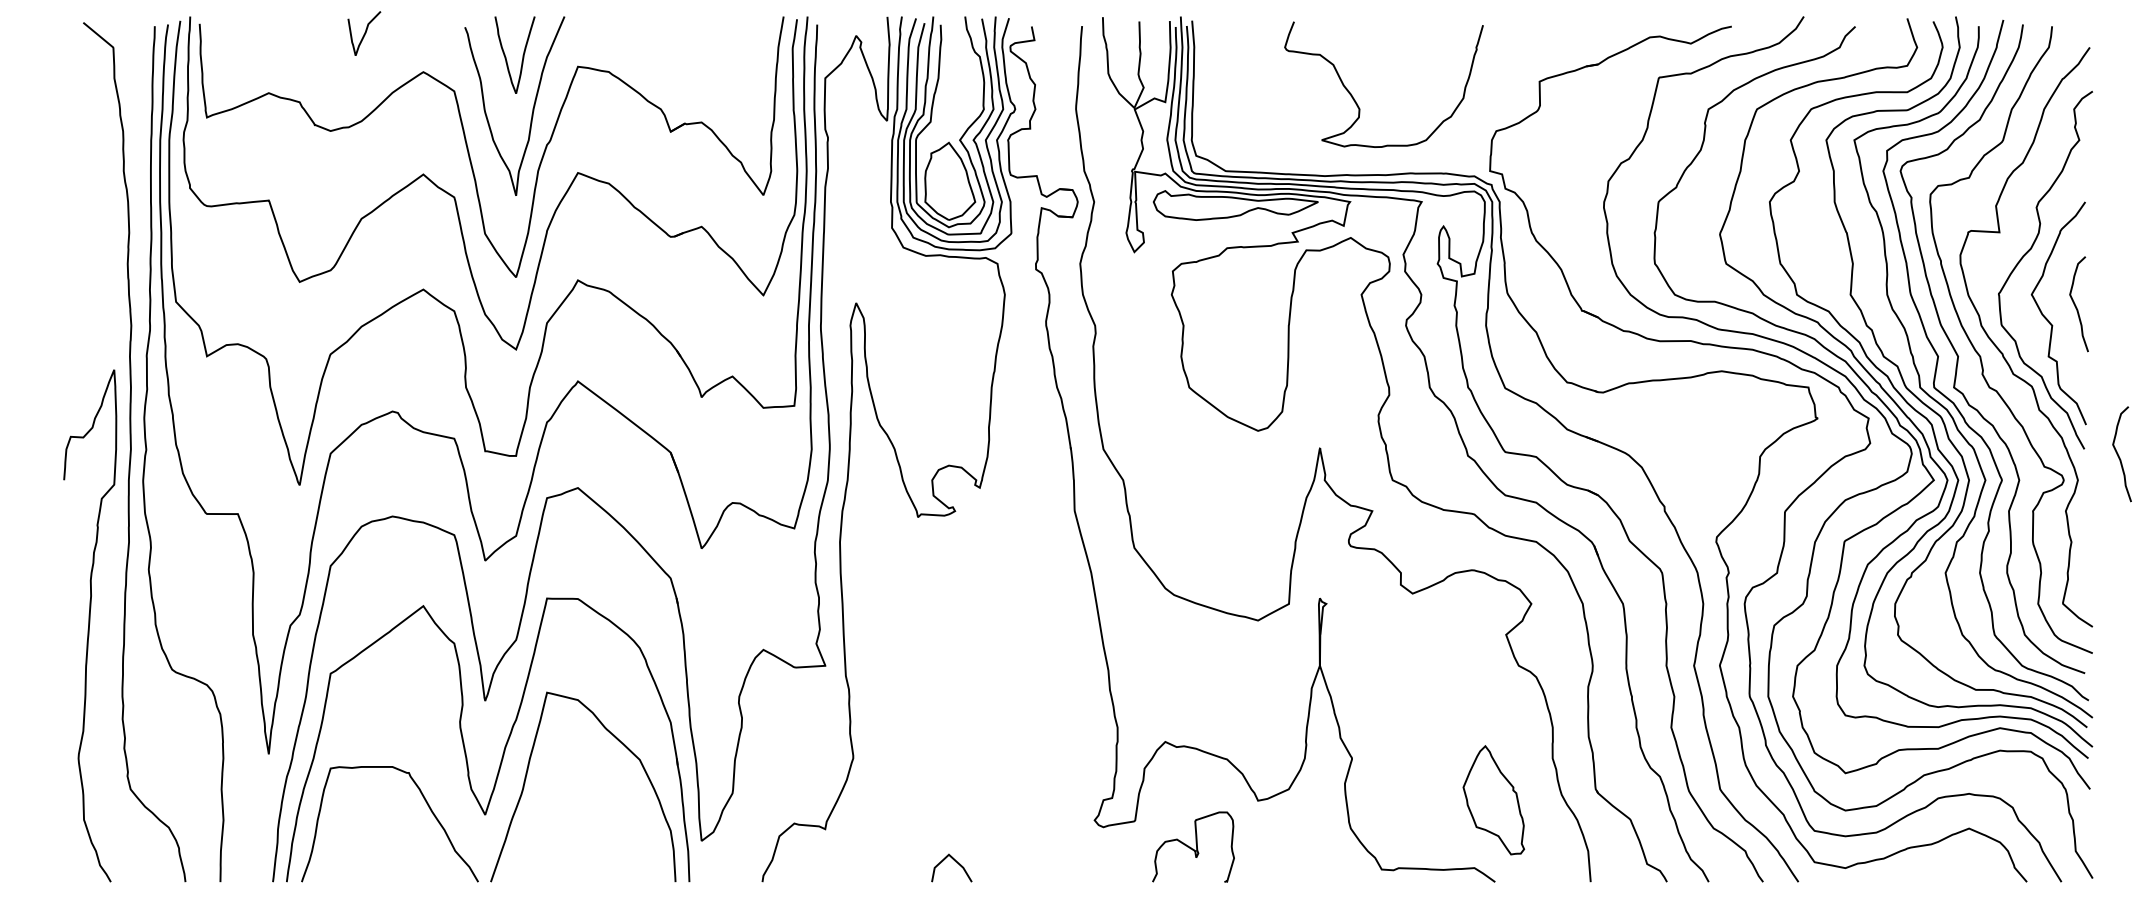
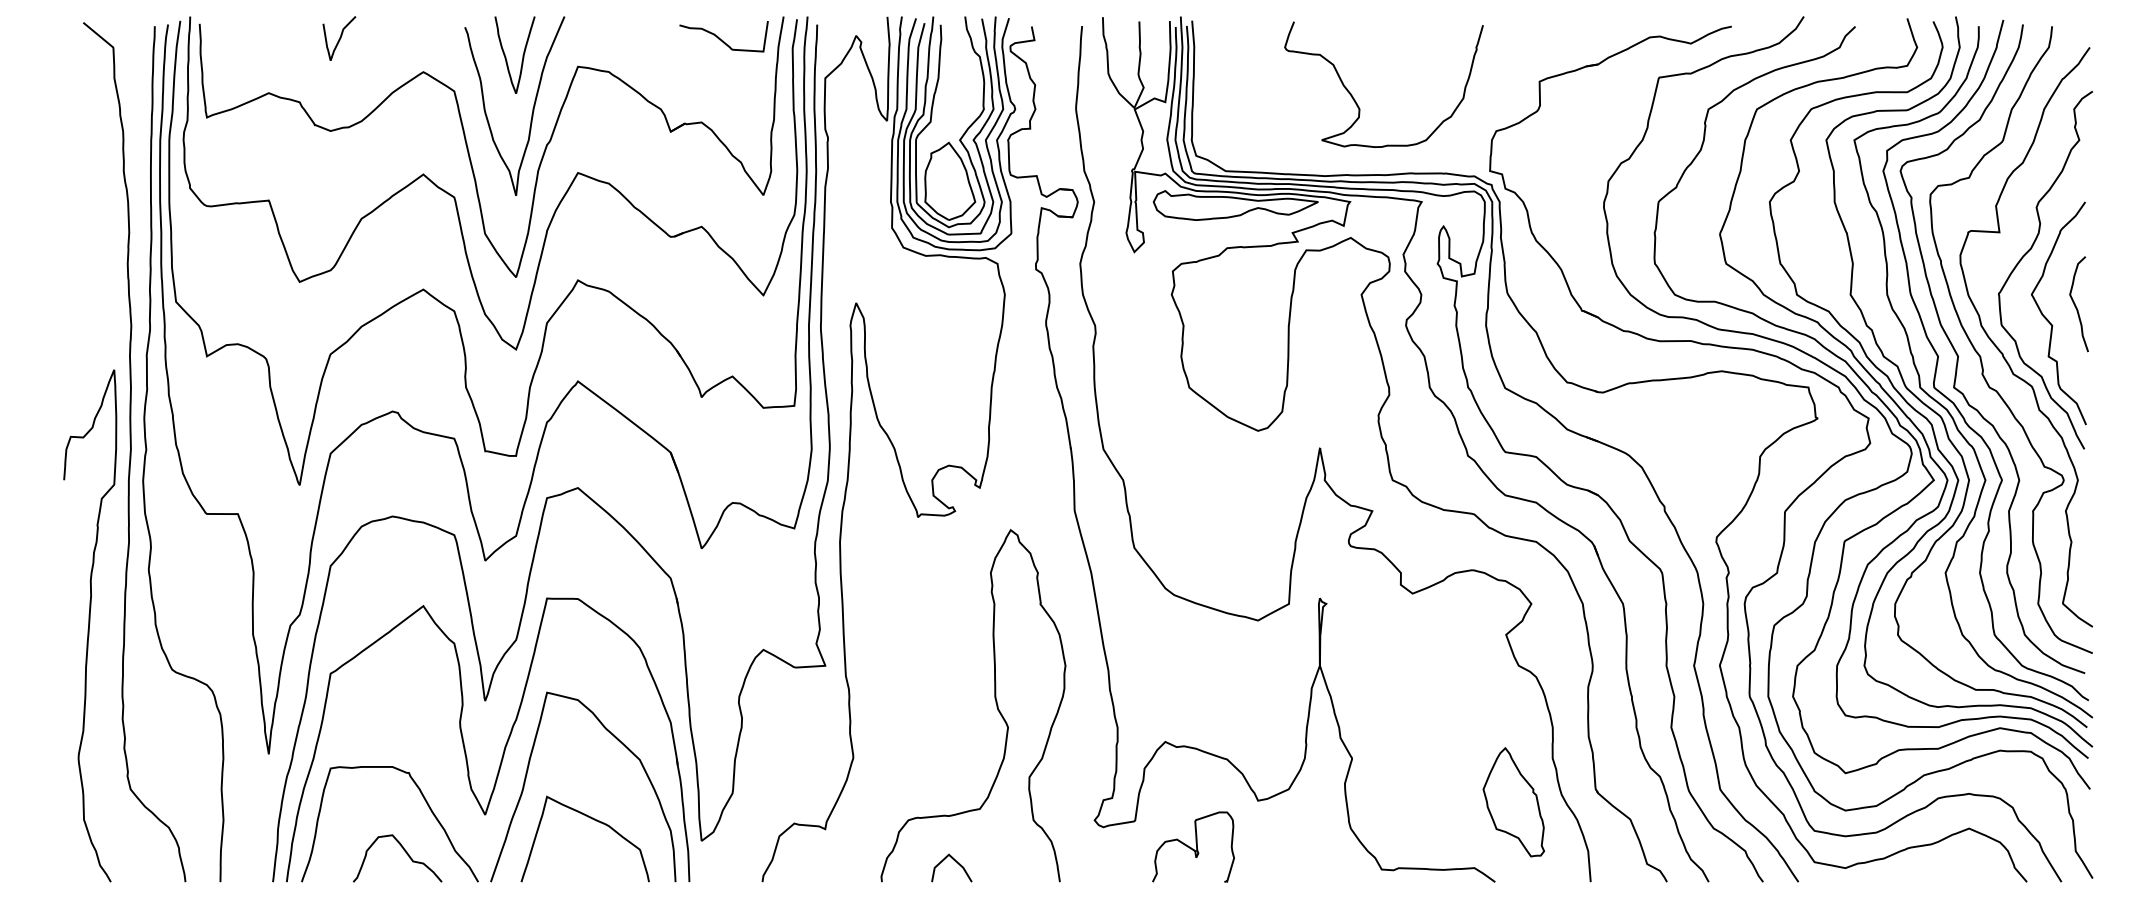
curve at (364, 33) position: (364, 33) -> (339, 38)
curve at (720, 38): none -> present
curve at (2119, 455): present -> none
curve at (995, 703): none -> present
part at (1493, 800) position: (1493, 800) -> (1513, 802)
curve at (594, 820): none -> present
curve at (406, 854): none -> present
